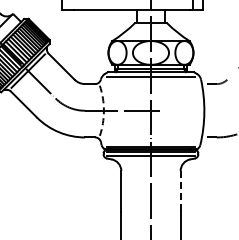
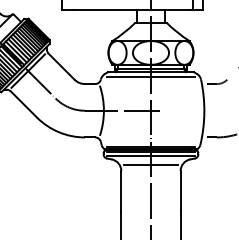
arc at (103, 110): dashed -> solid
line at (150, 165): none -> present
line at (180, 190): dashed -> solid
